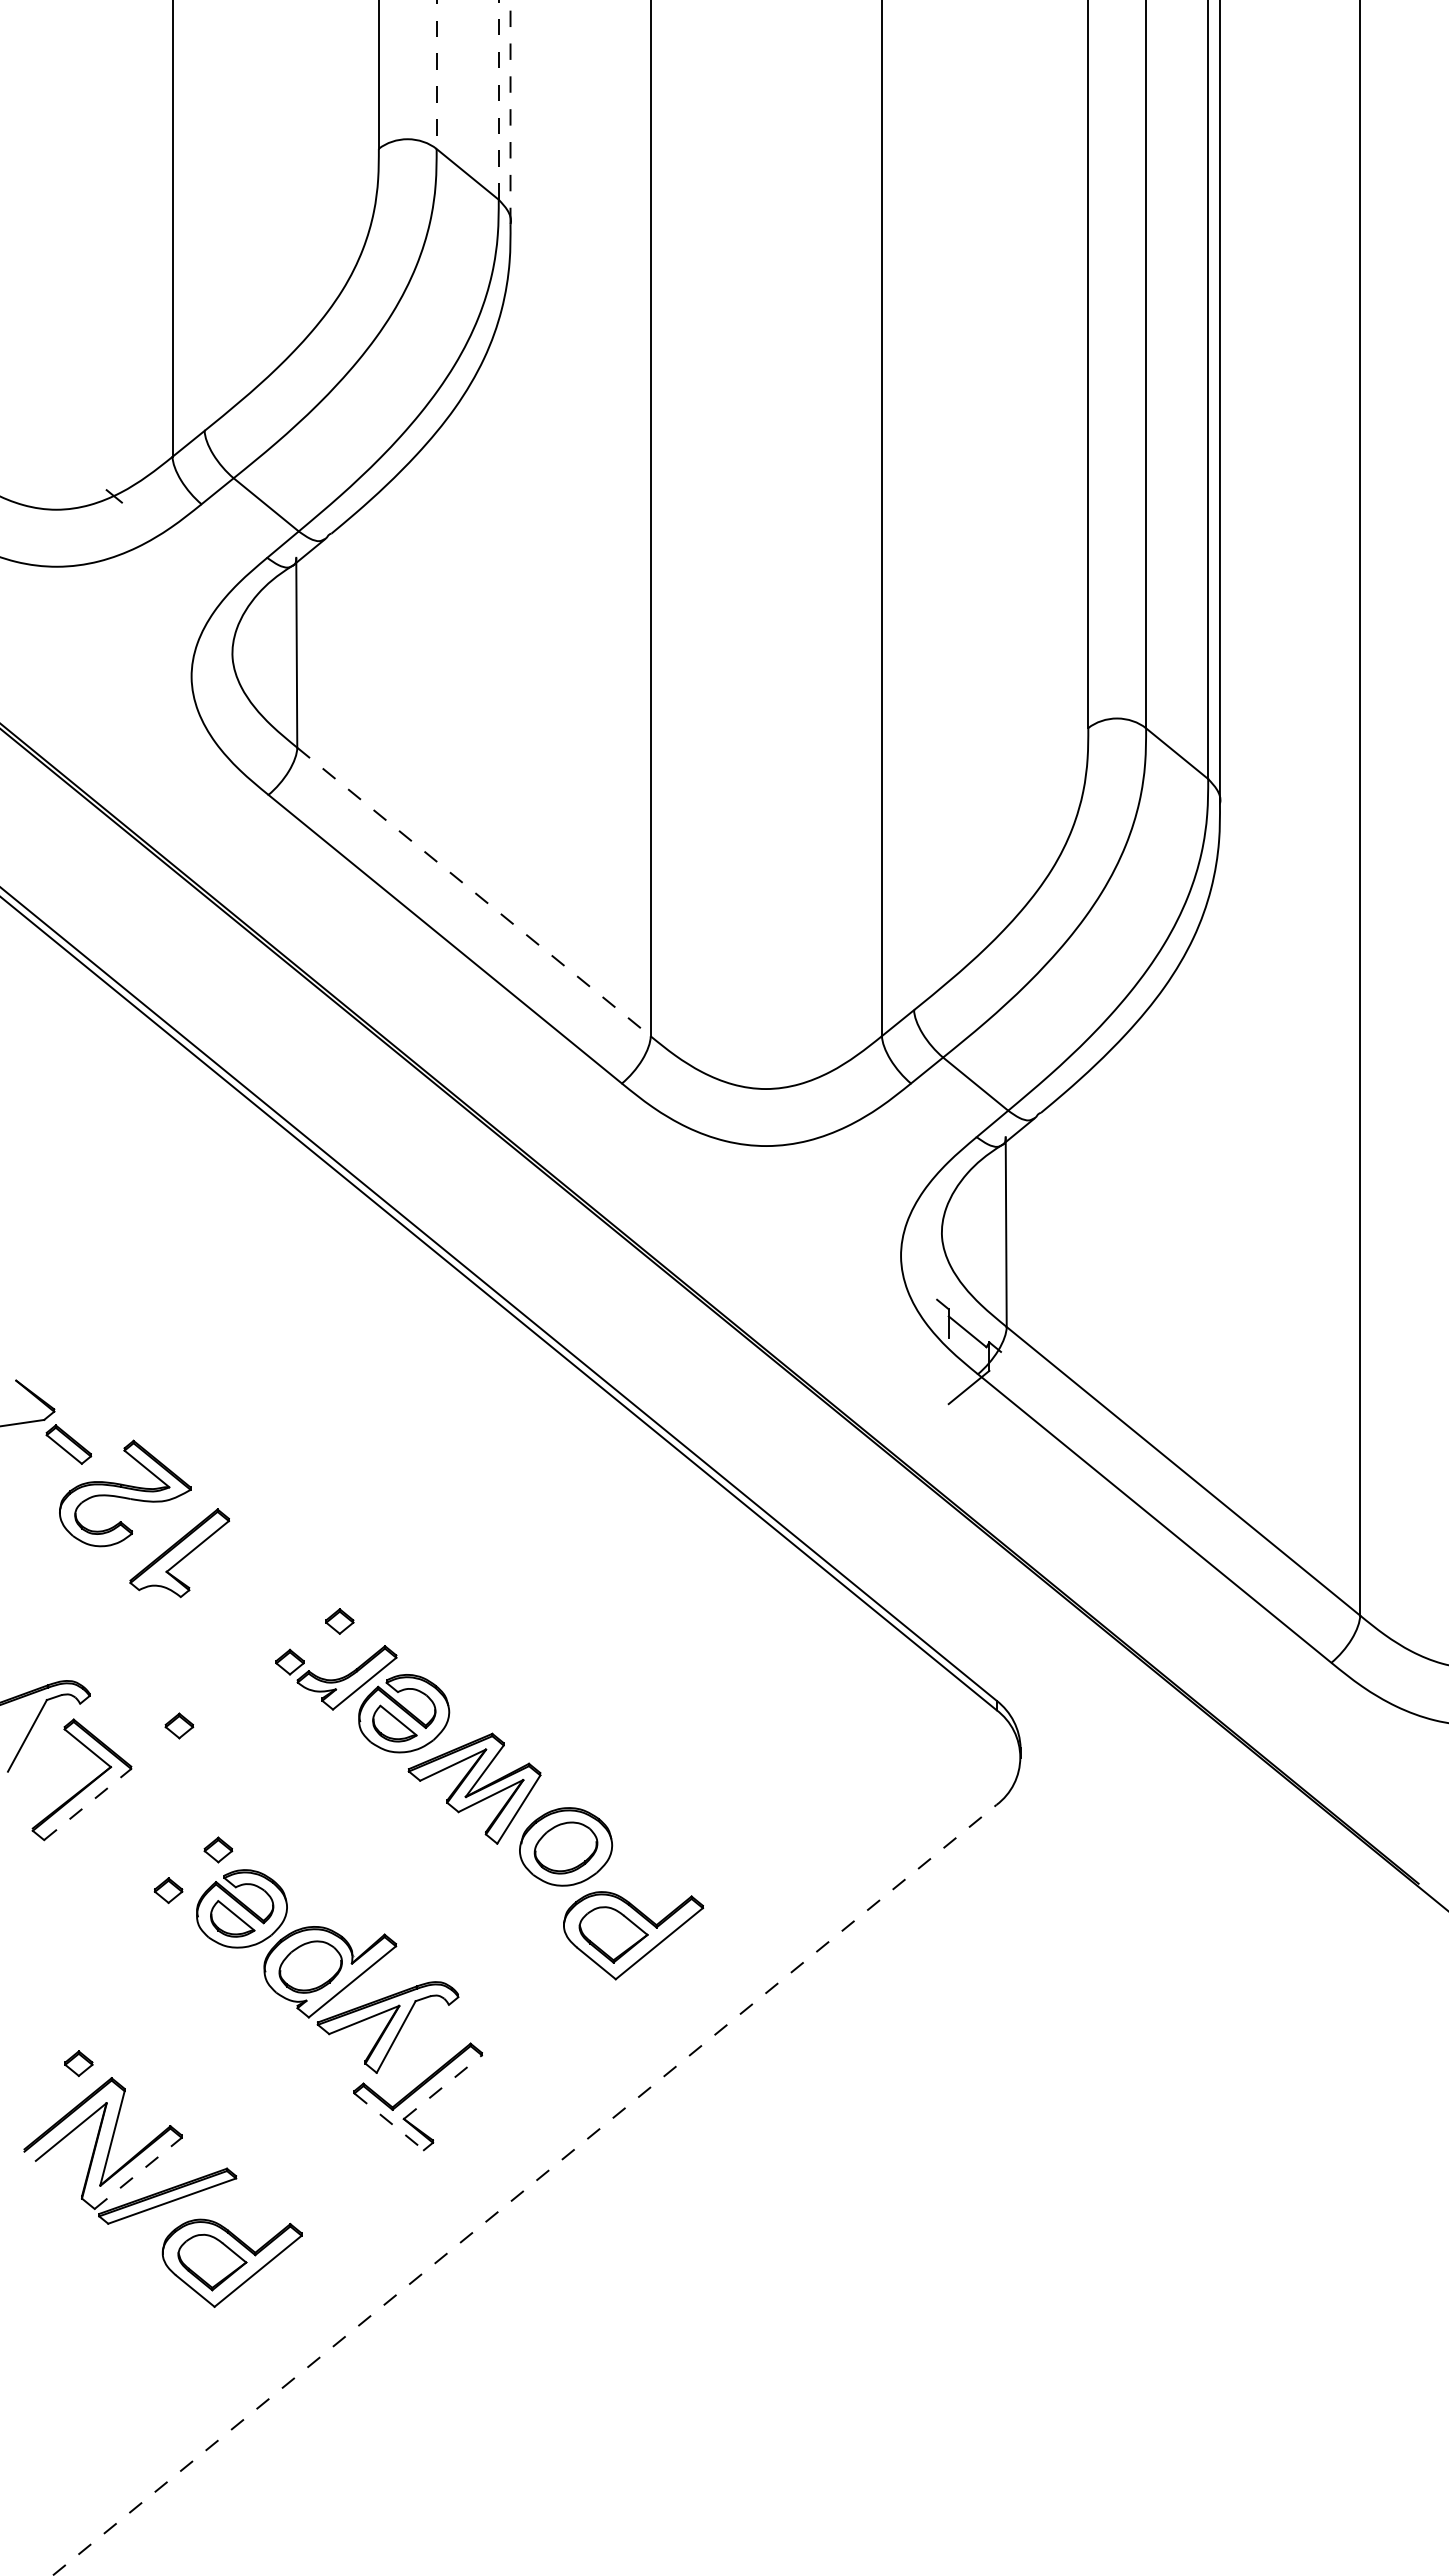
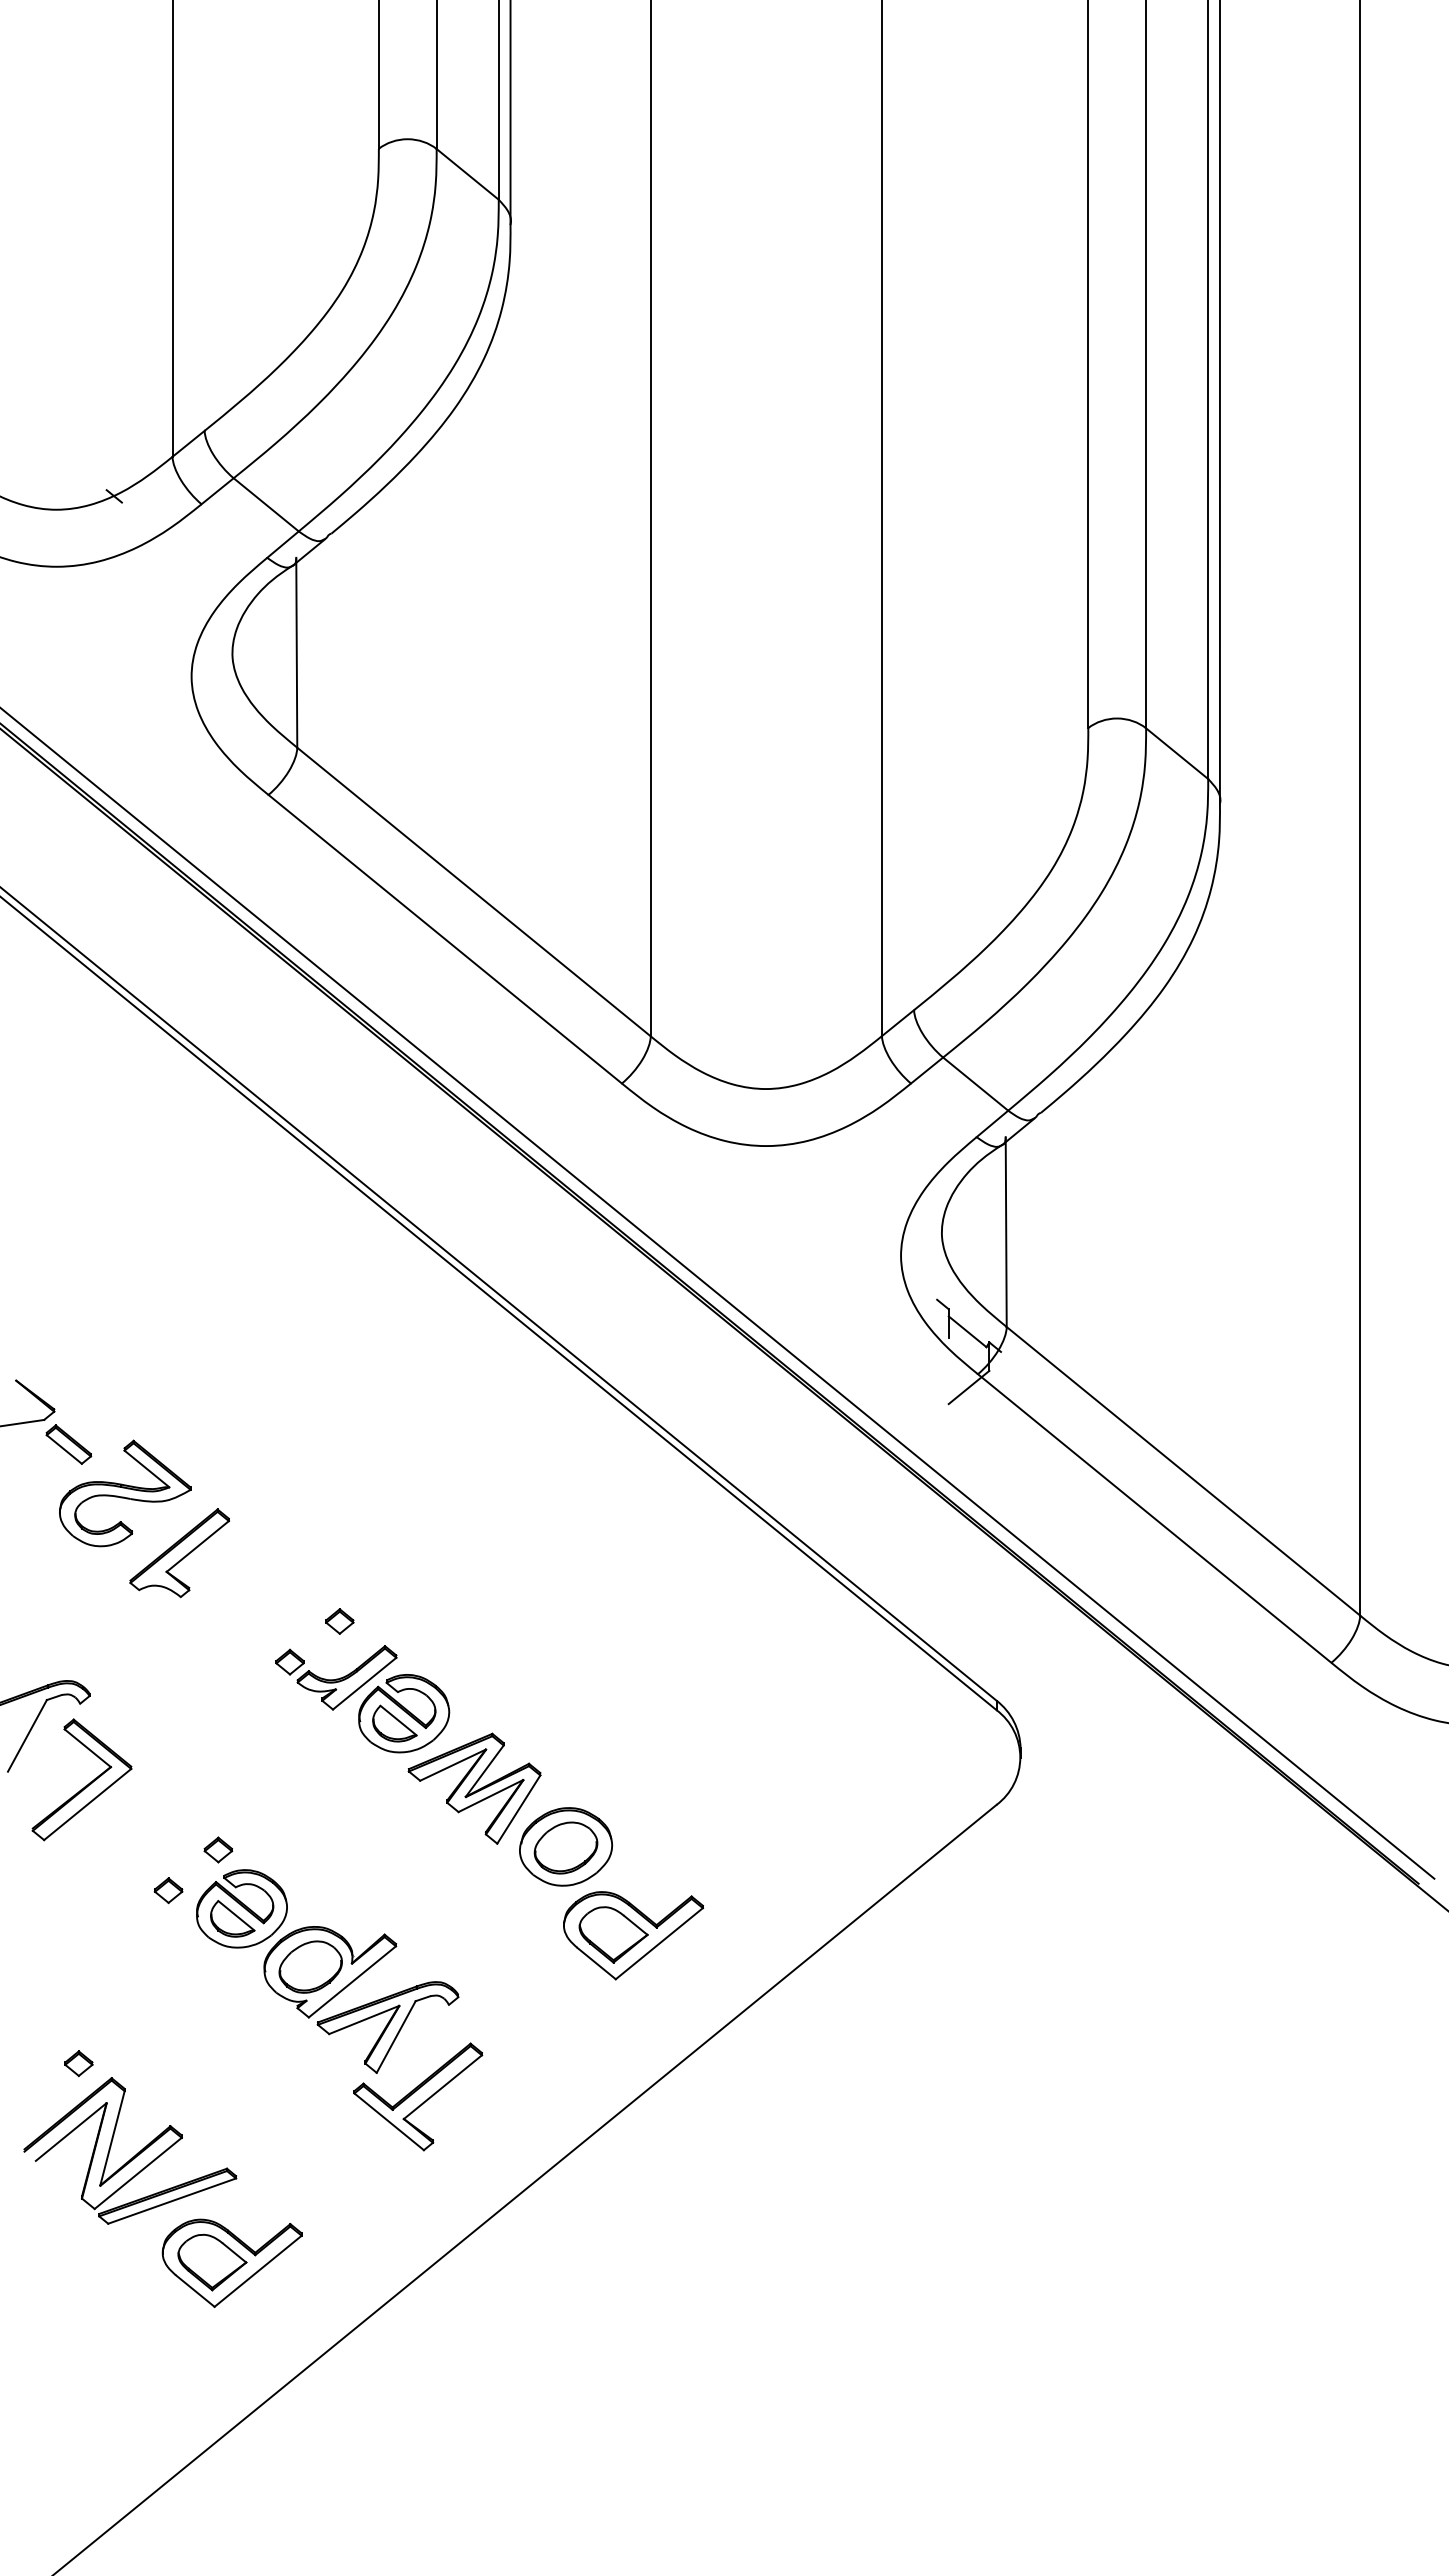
line at (436, 75): dashed -> solid
line at (498, 99): dashed -> solid
line at (510, 112): dashed -> solid
line at (474, 892): dashed -> solid
line at (718, 1293): none -> present
part at (179, 1725): present -> none
line at (88, 1804): dashed -> solid
line at (443, 2086): dashed -> solid
line at (389, 2121): dashed -> solid
line at (138, 2173): dashed -> solid
line at (524, 2189): dashed -> solid
